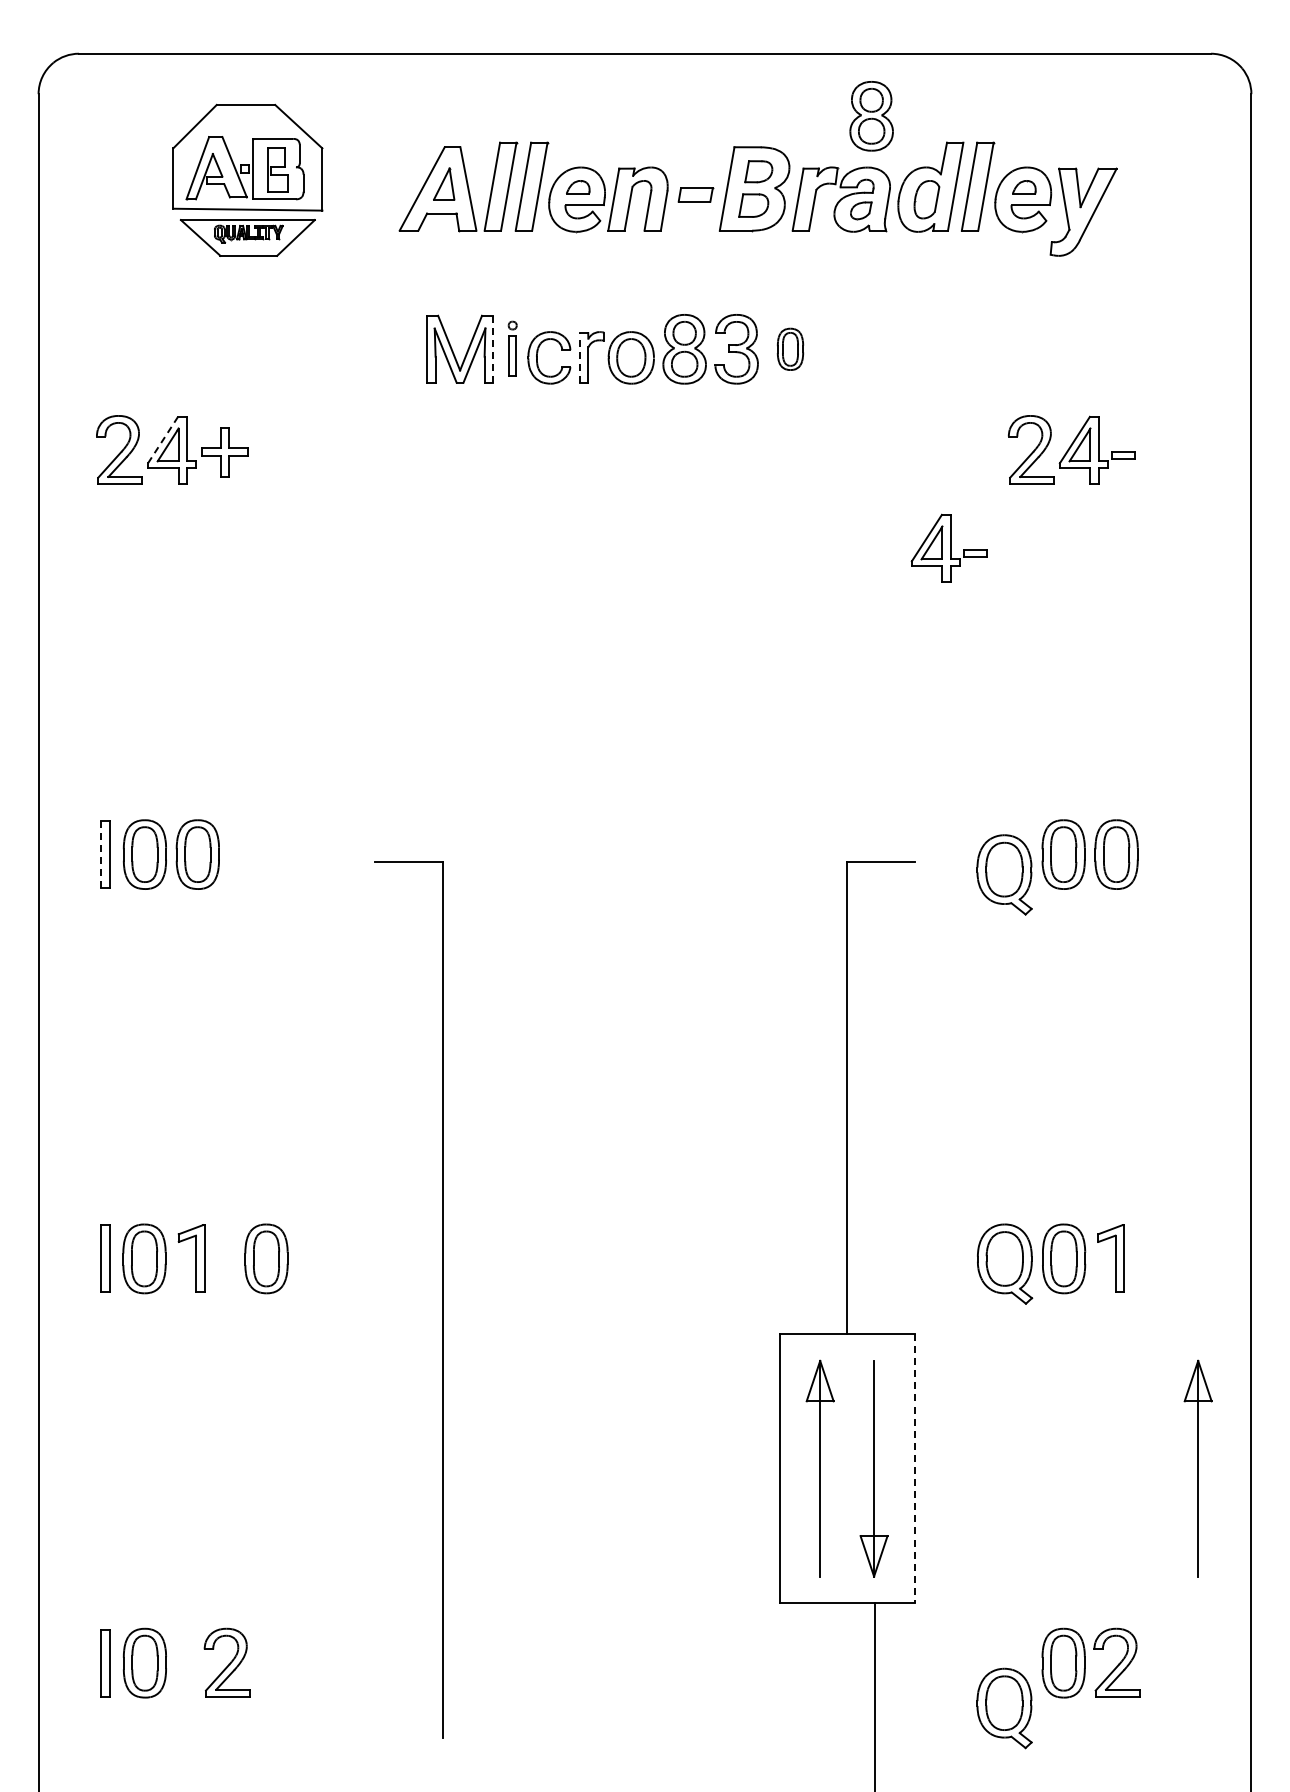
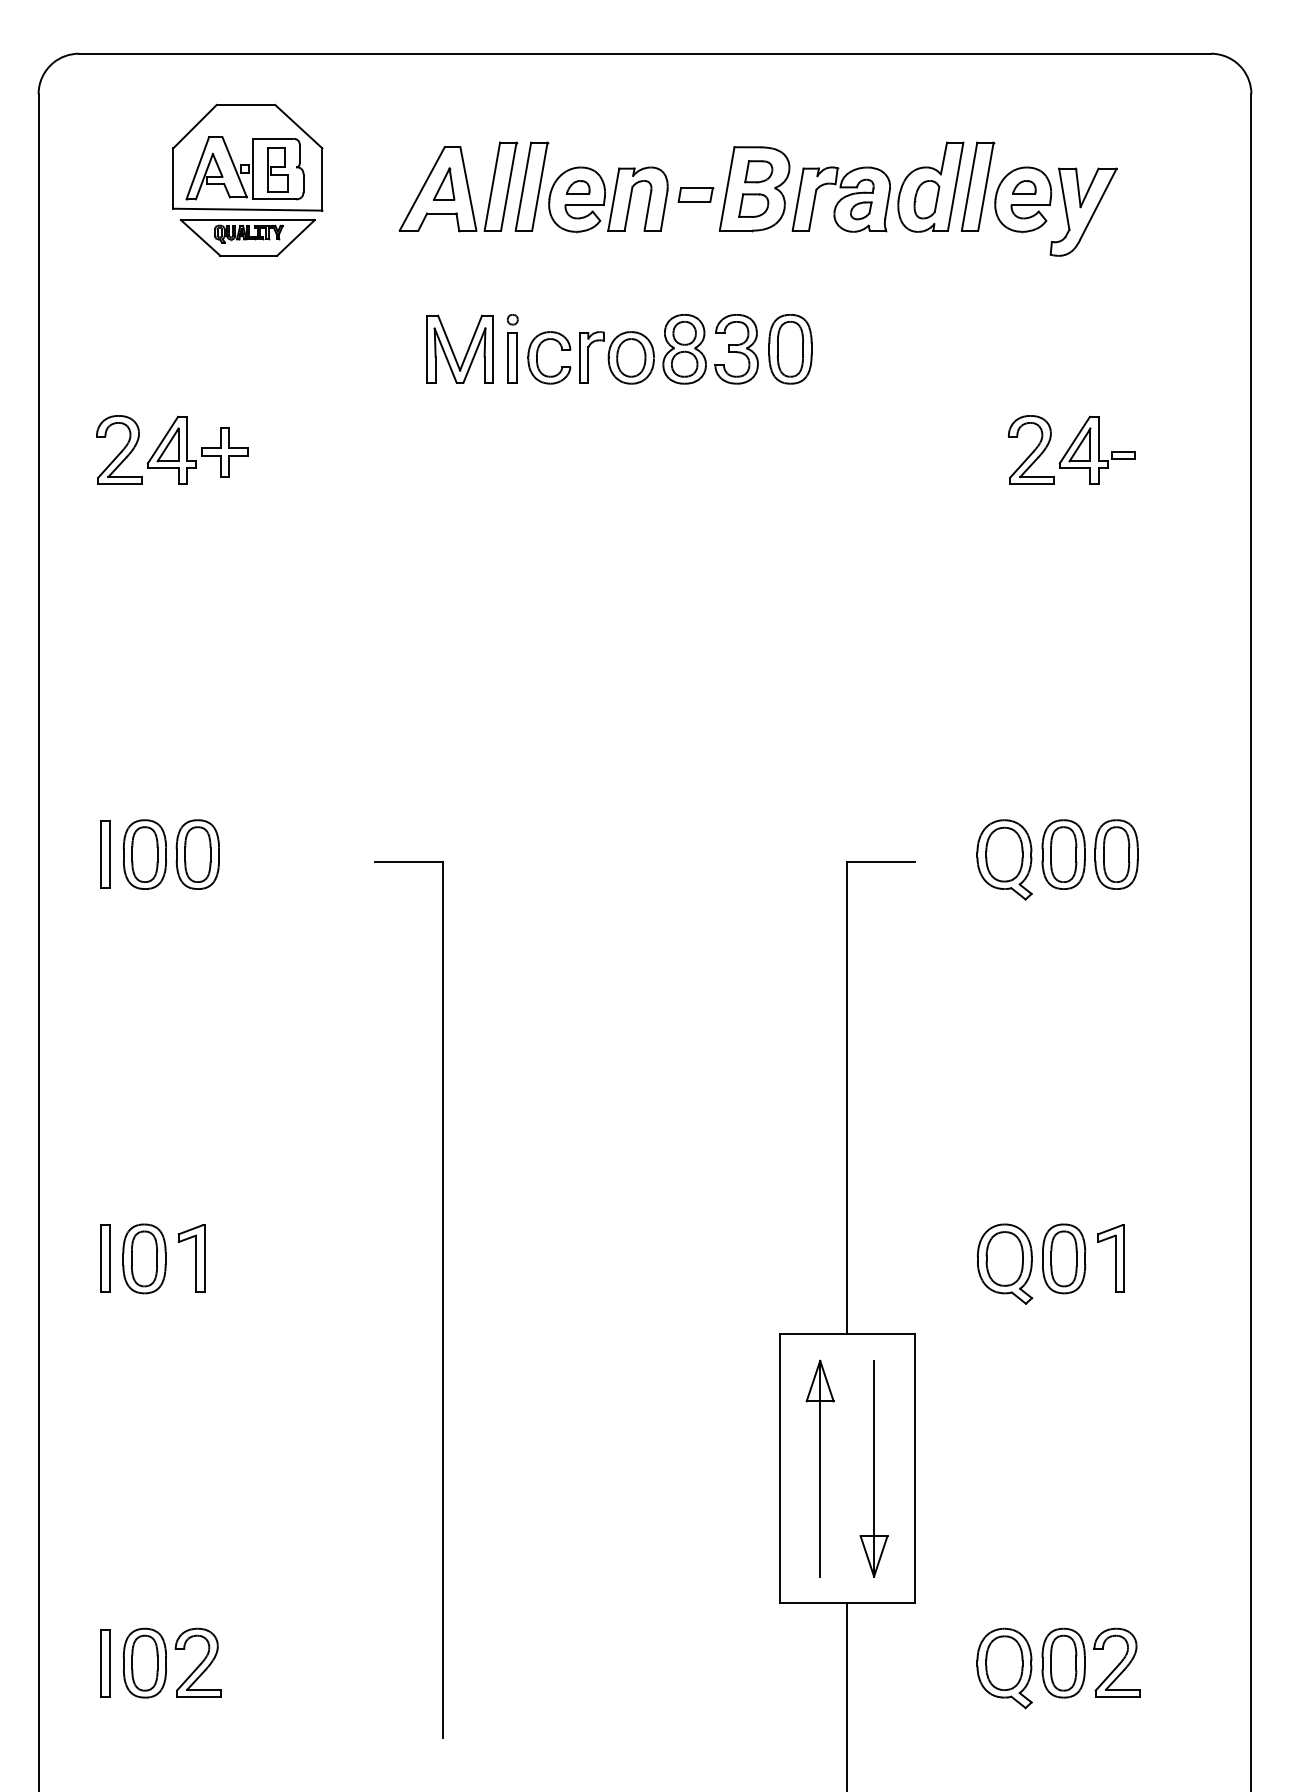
part at (871, 116): present -> none
part at (512, 348) size: 11x57 px -> 13x70 px
part at (790, 348) size: 29x44 px -> 45x71 px
line at (493, 349): dashed -> solid
line at (579, 357): dashed -> solid
line at (163, 440): dashed -> solid
part at (948, 547): present -> none
line at (101, 854): dashed -> solid
part at (1004, 874) position: (1004, 874) -> (1004, 859)
part at (266, 1258): present -> none
line at (914, 1468): dashed -> solid
part at (1197, 1468): present -> none
part at (226, 1662) position: (226, 1662) -> (197, 1662)
line at (875, 1695) position: (875, 1695) -> (847, 1695)
part at (1004, 1708) position: (1004, 1708) -> (1004, 1668)
